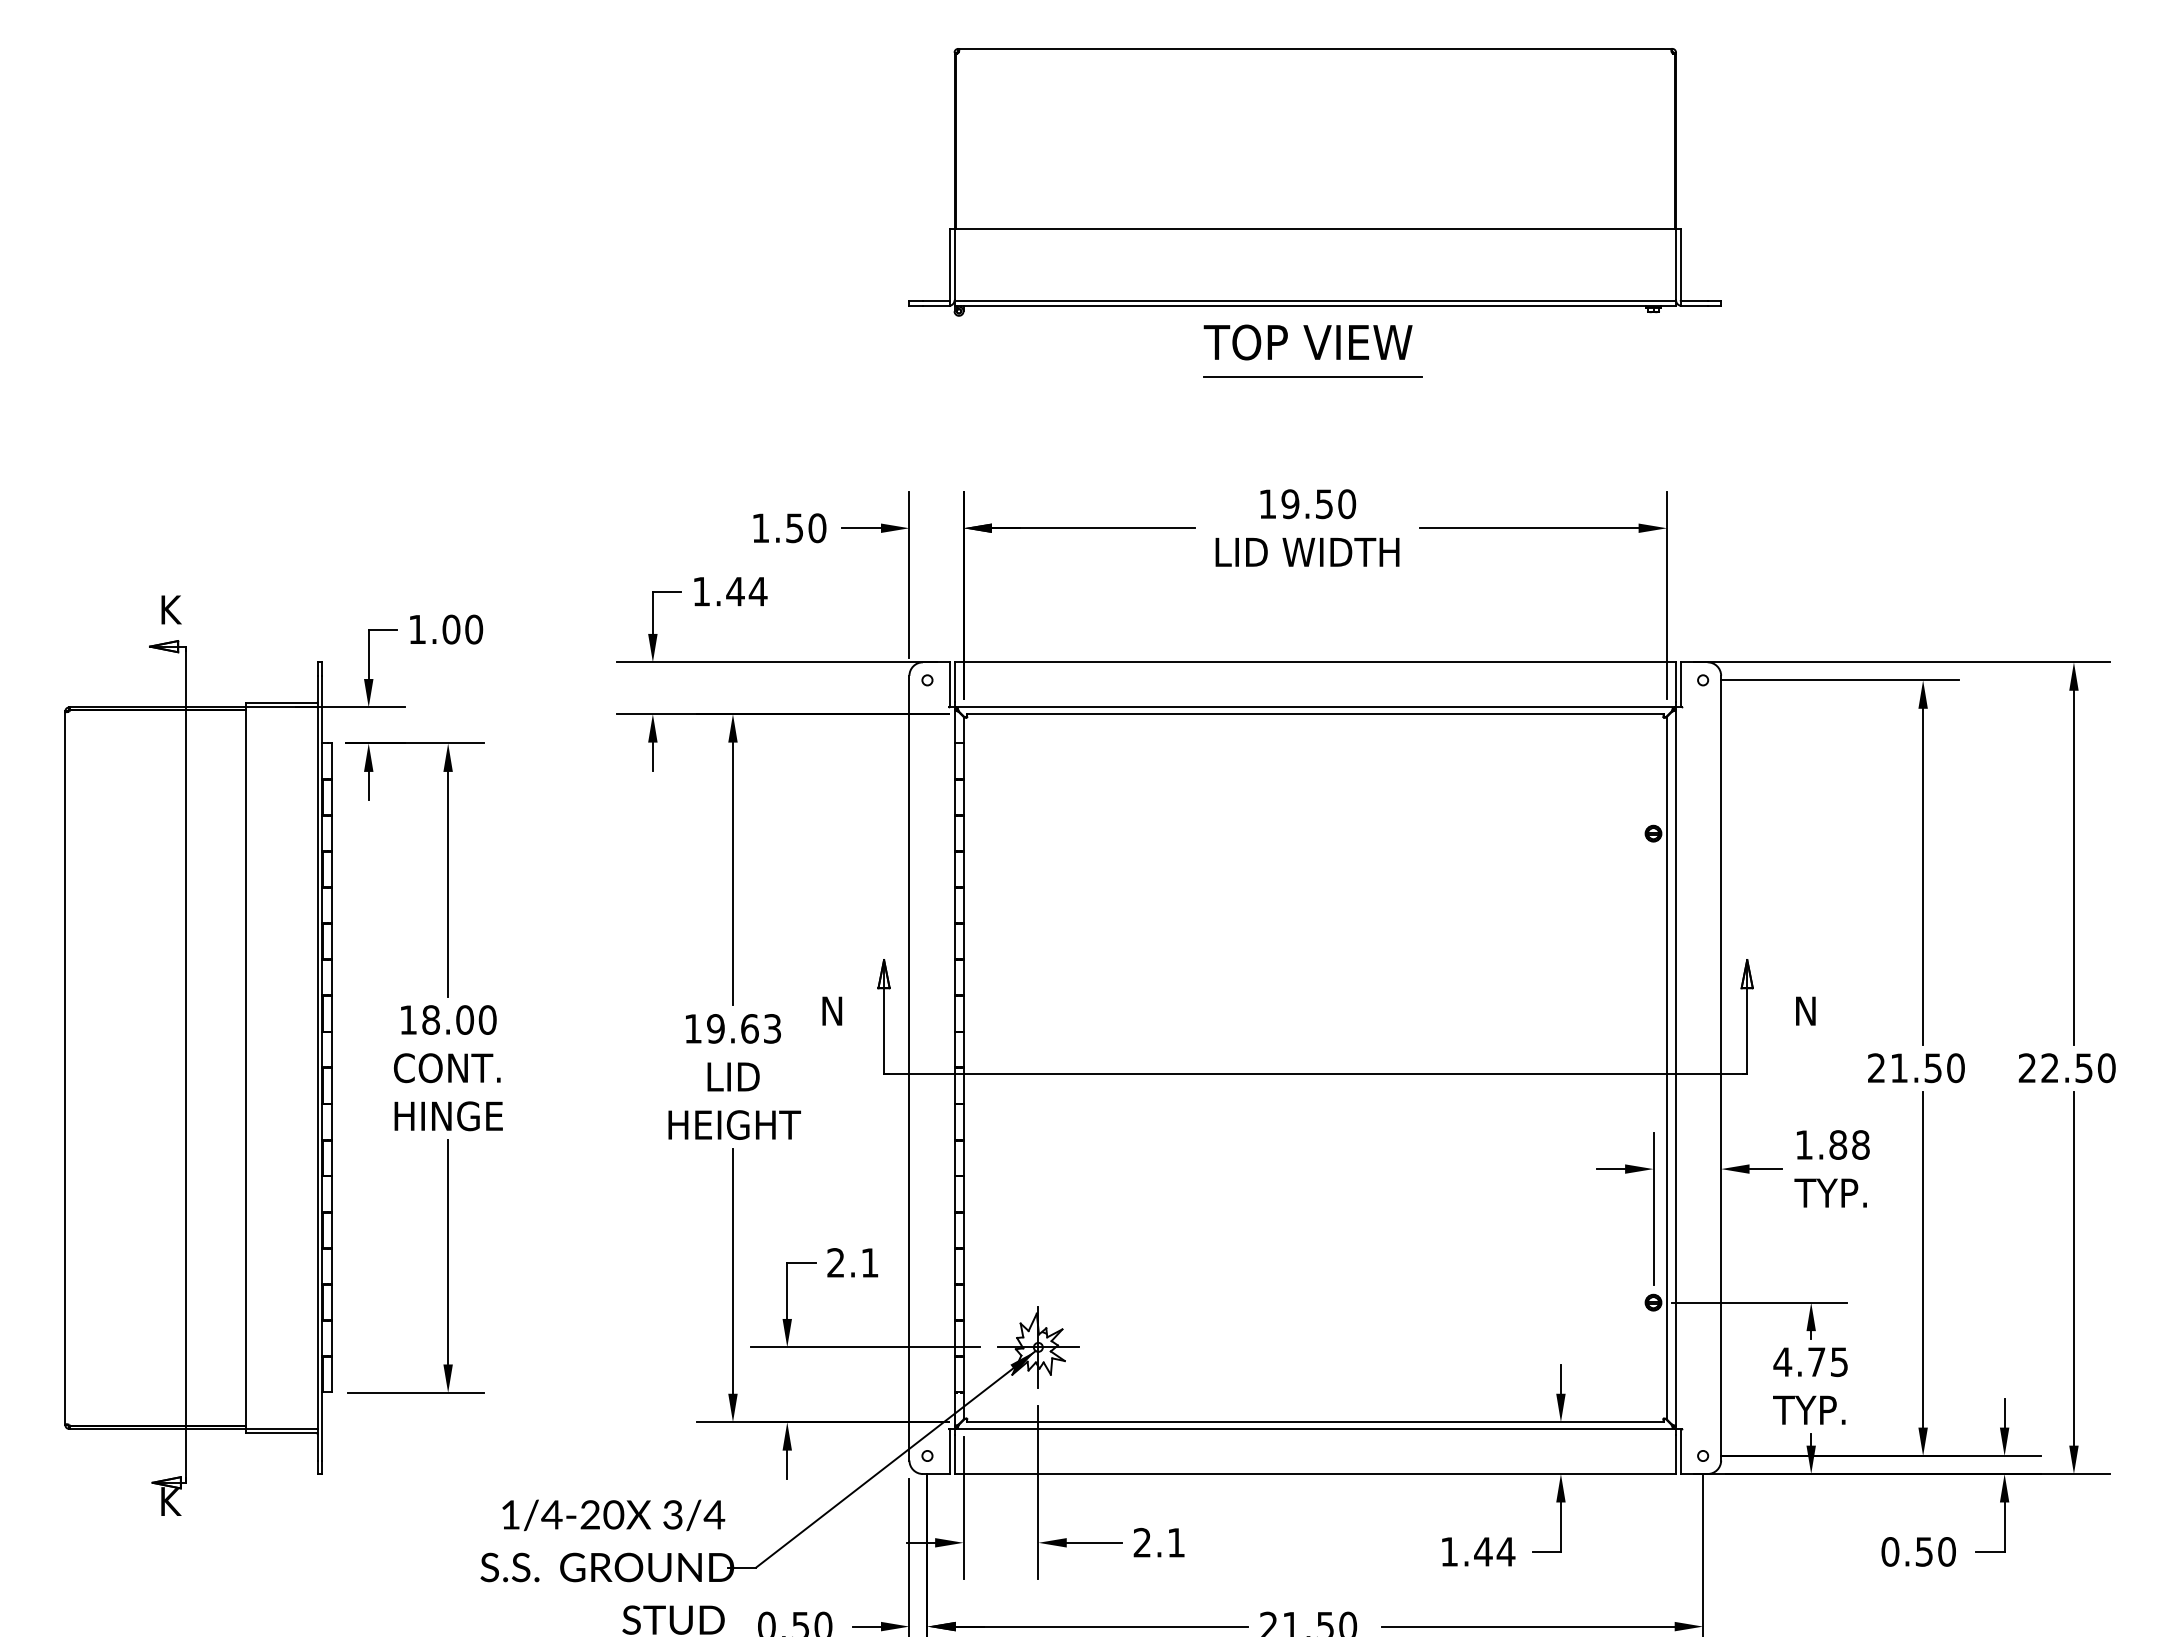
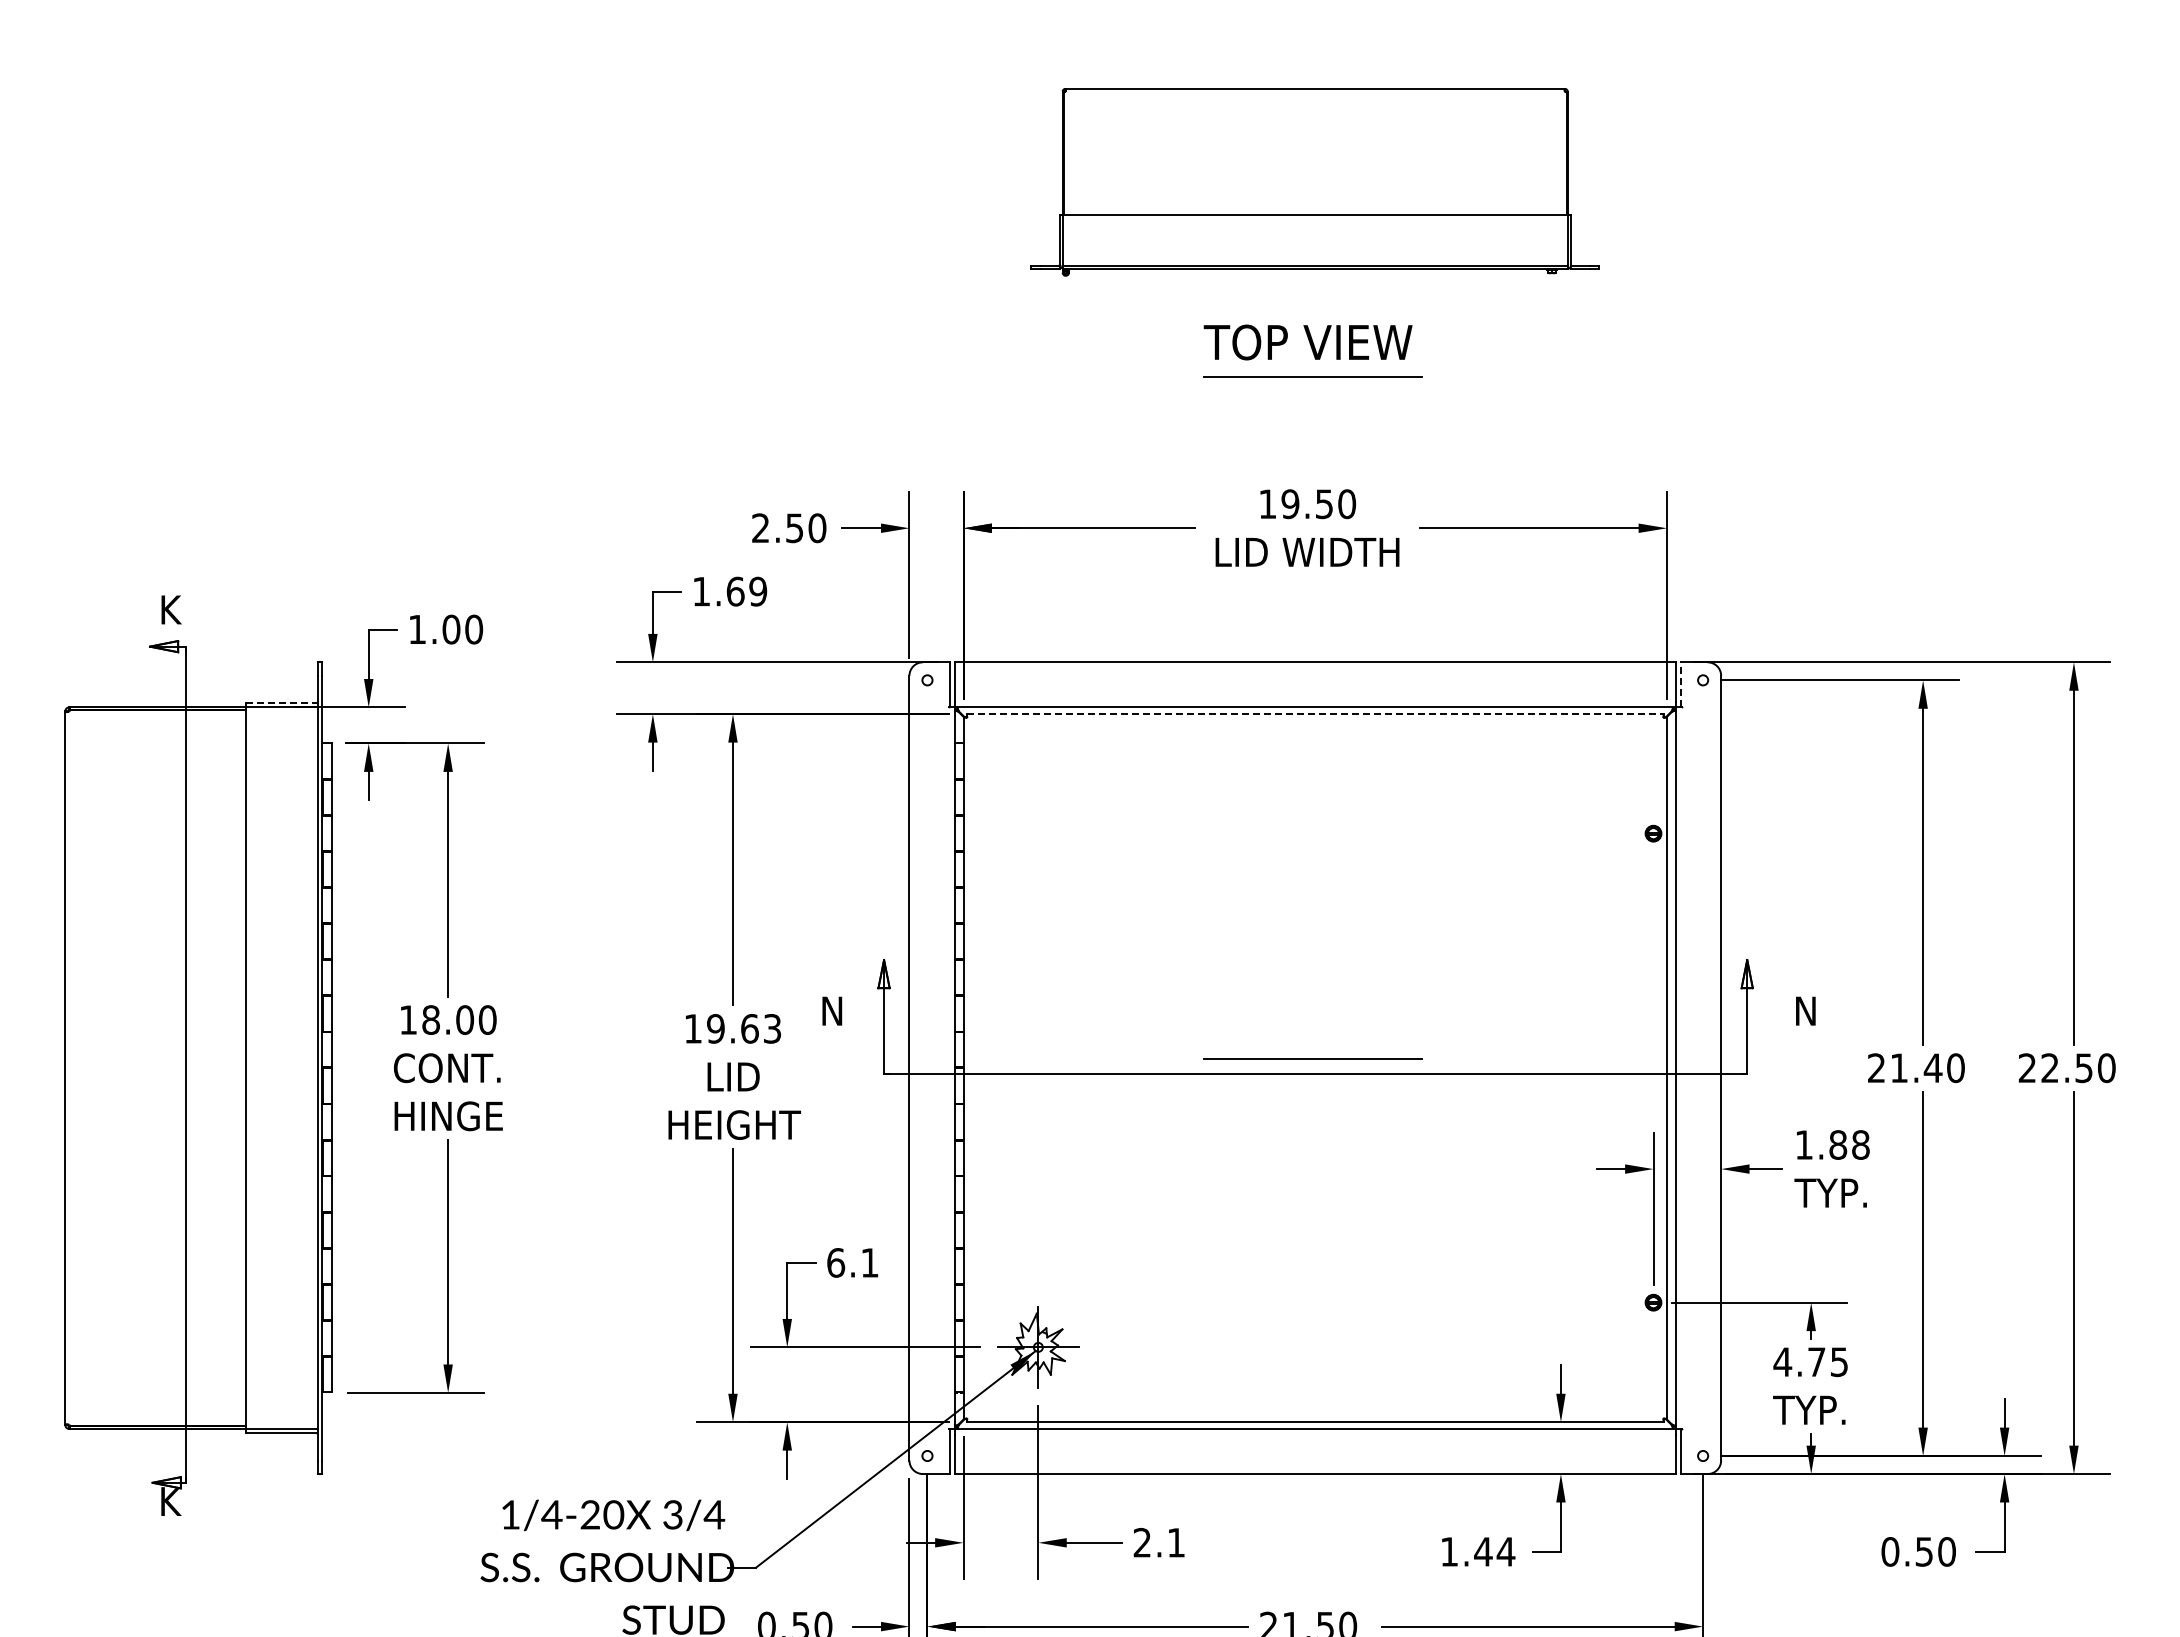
part at (1314, 182) size: 814x269 px -> 570x189 px
text at (760, 527): 1.50 -> 2.50
text at (746, 591): 1.44 -> 1.69
line at (1680, 684): solid -> dashed
line at (281, 702): solid -> dashed
line at (1315, 714): solid -> dashed
line at (1312, 1058): none -> present
text at (1932, 1068): 21.50 -> 21.40
text at (836, 1262): 2.1 -> 6.1
